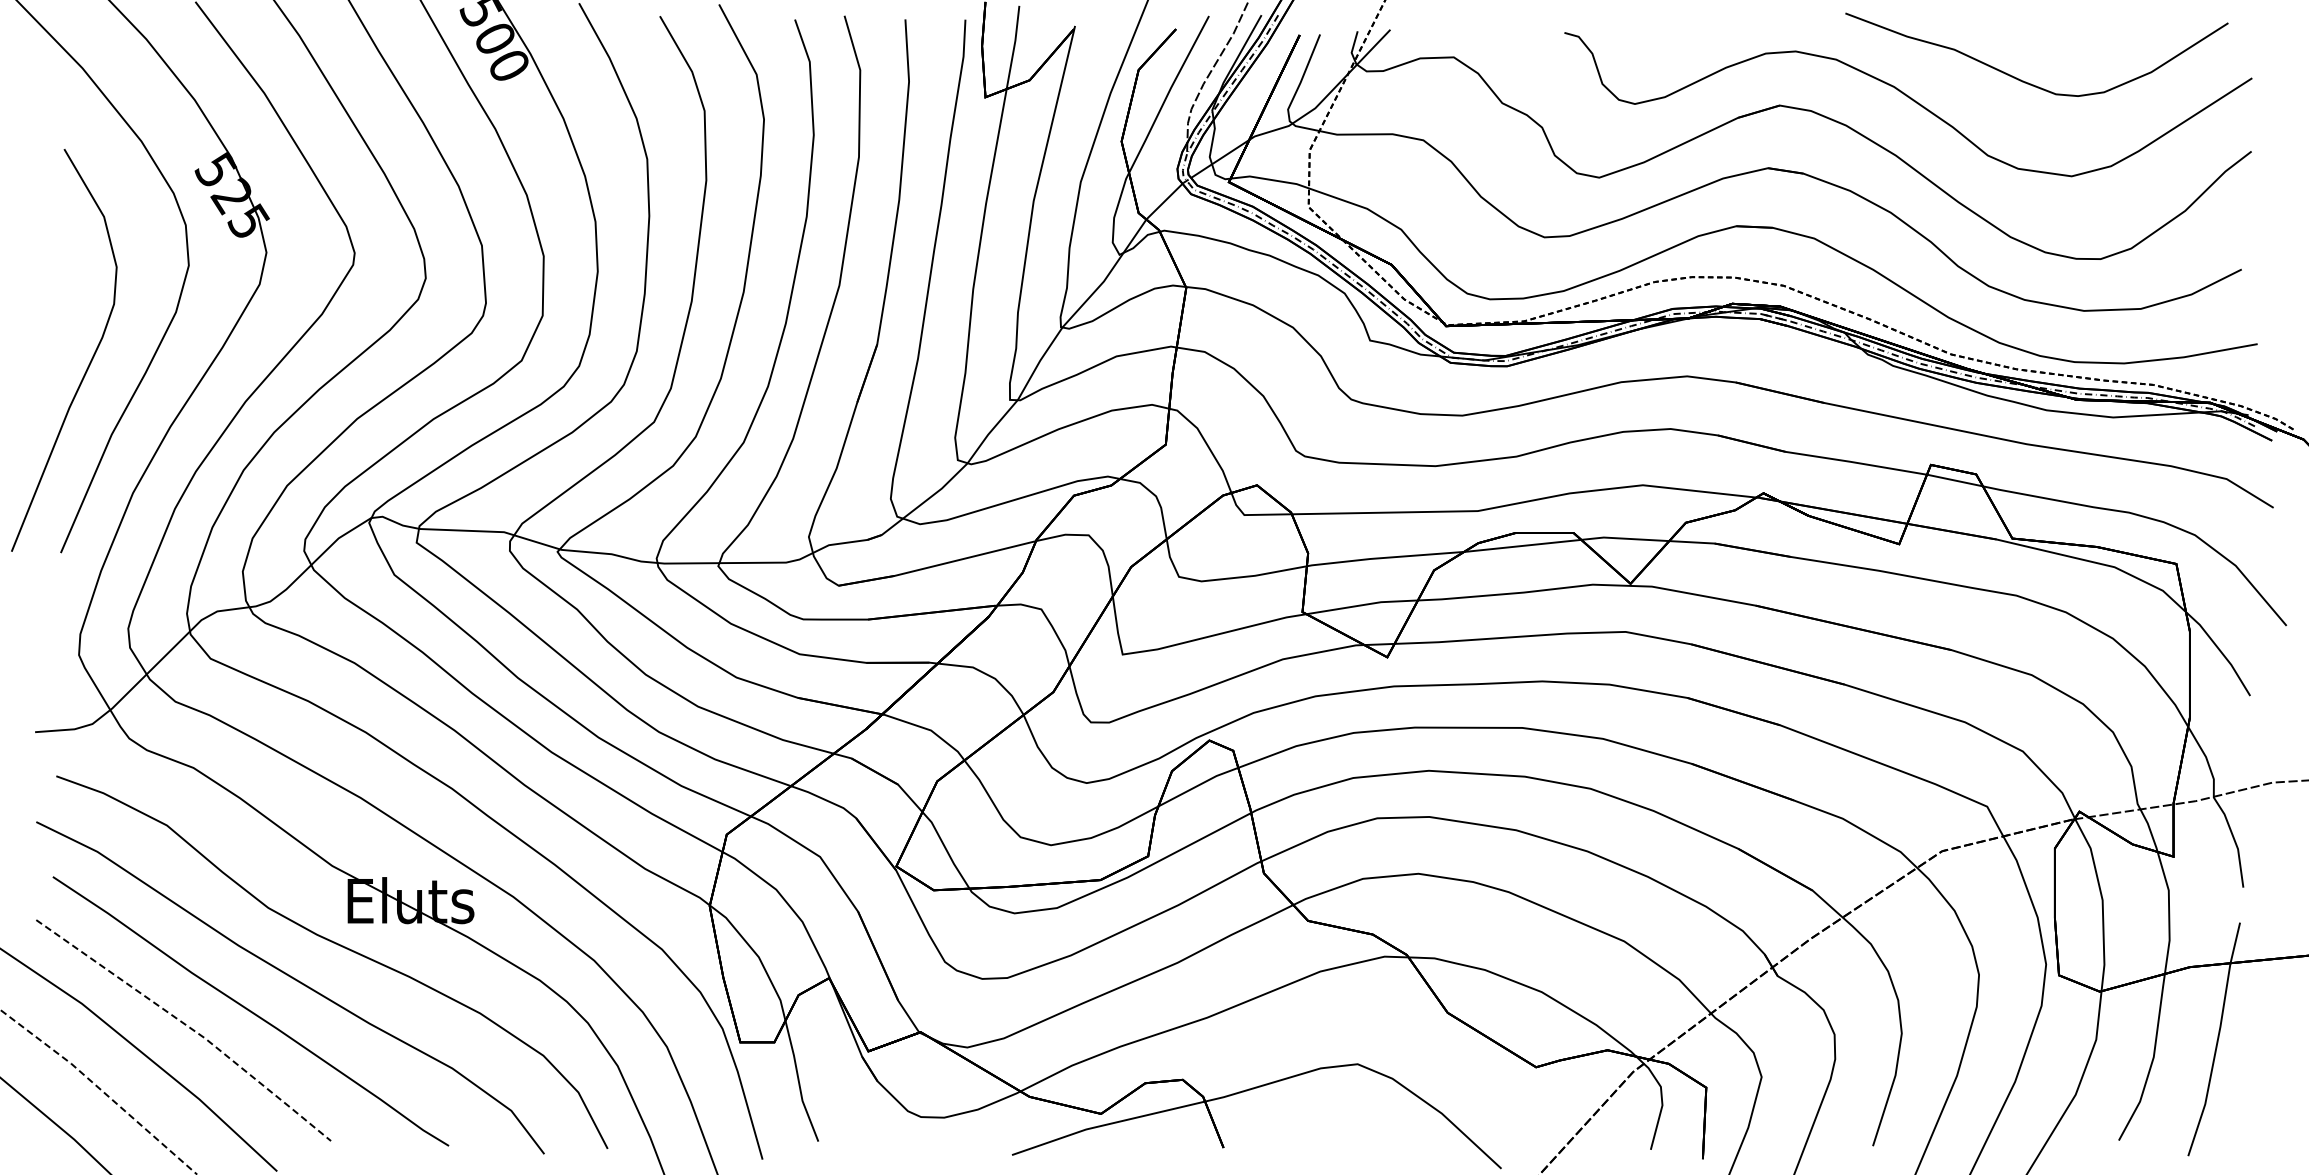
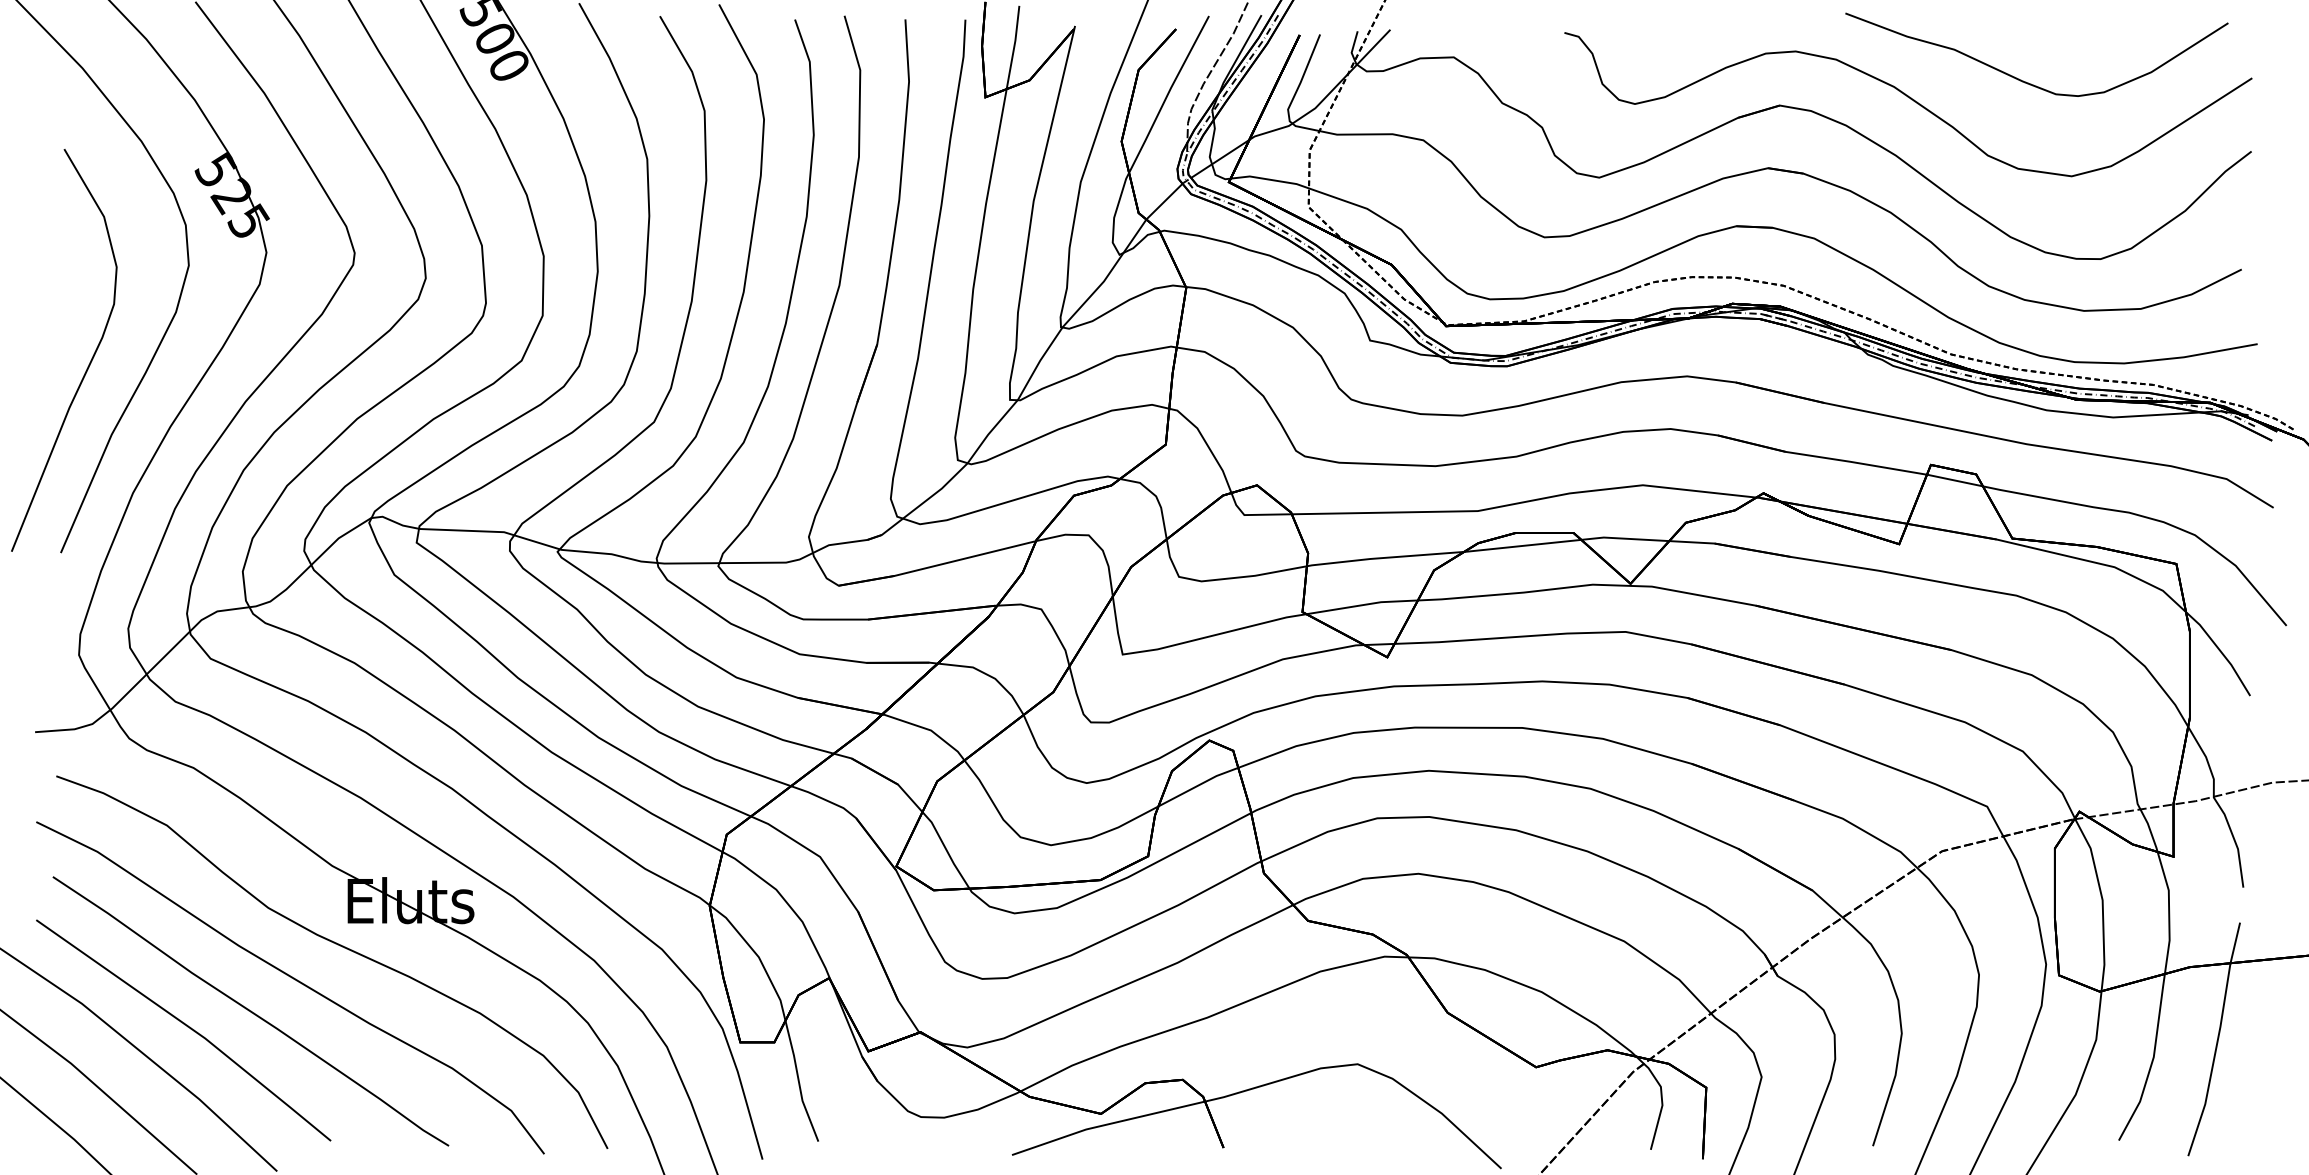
line at (188, 1026): dashed -> solid
line at (100, 1089): dashed -> solid
